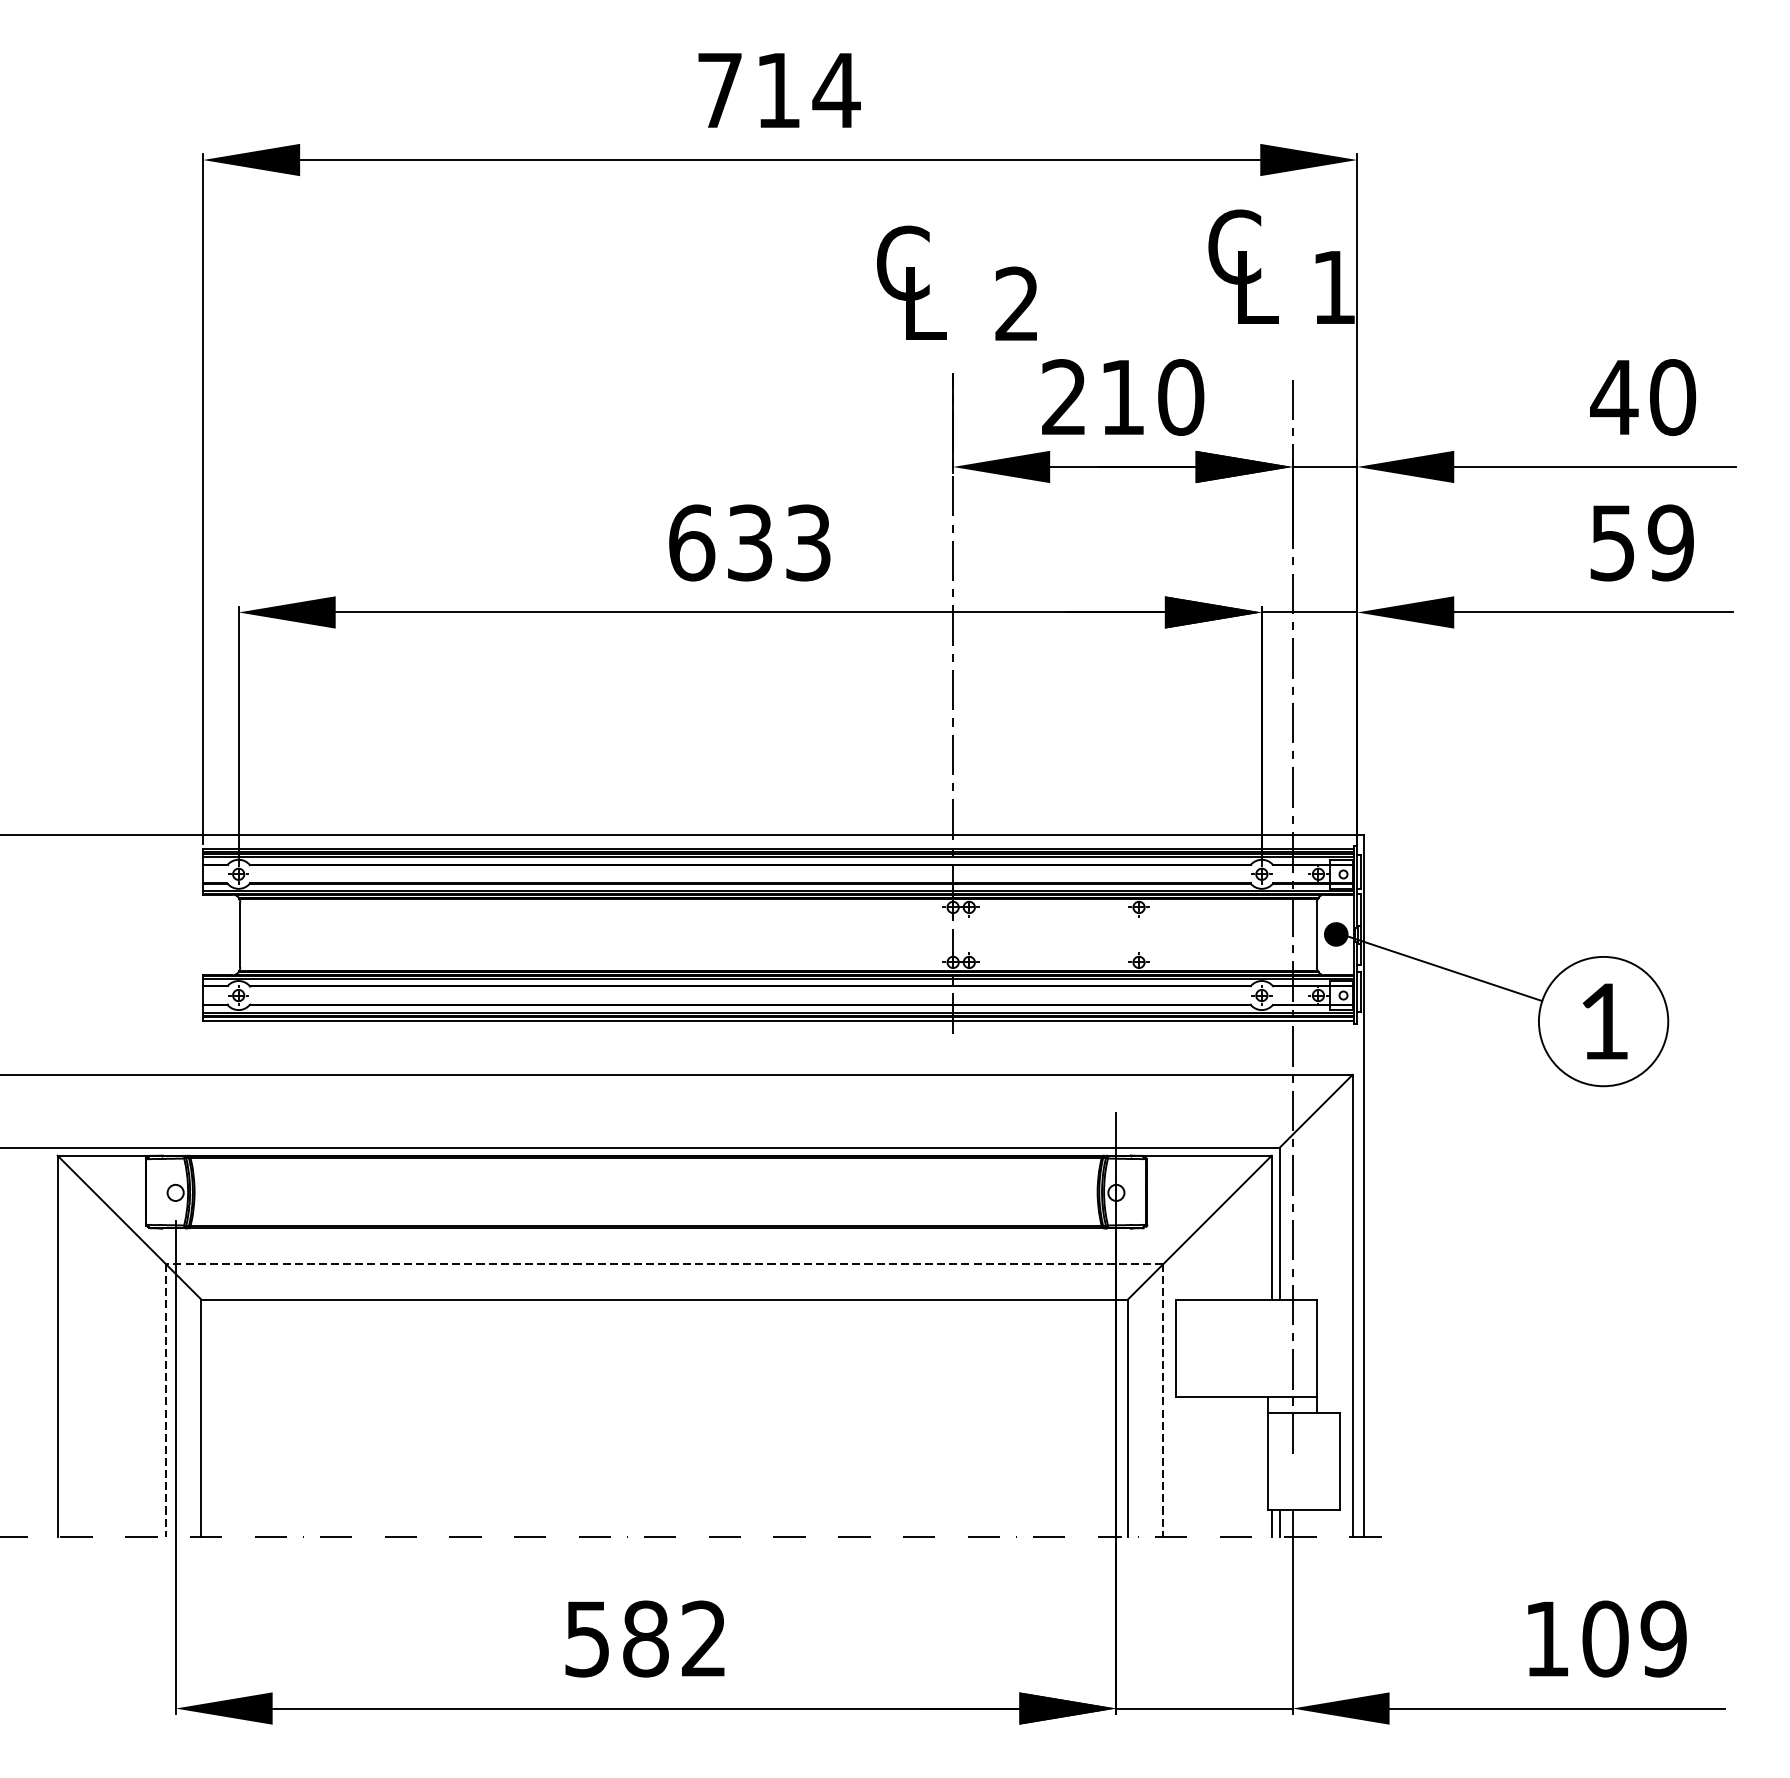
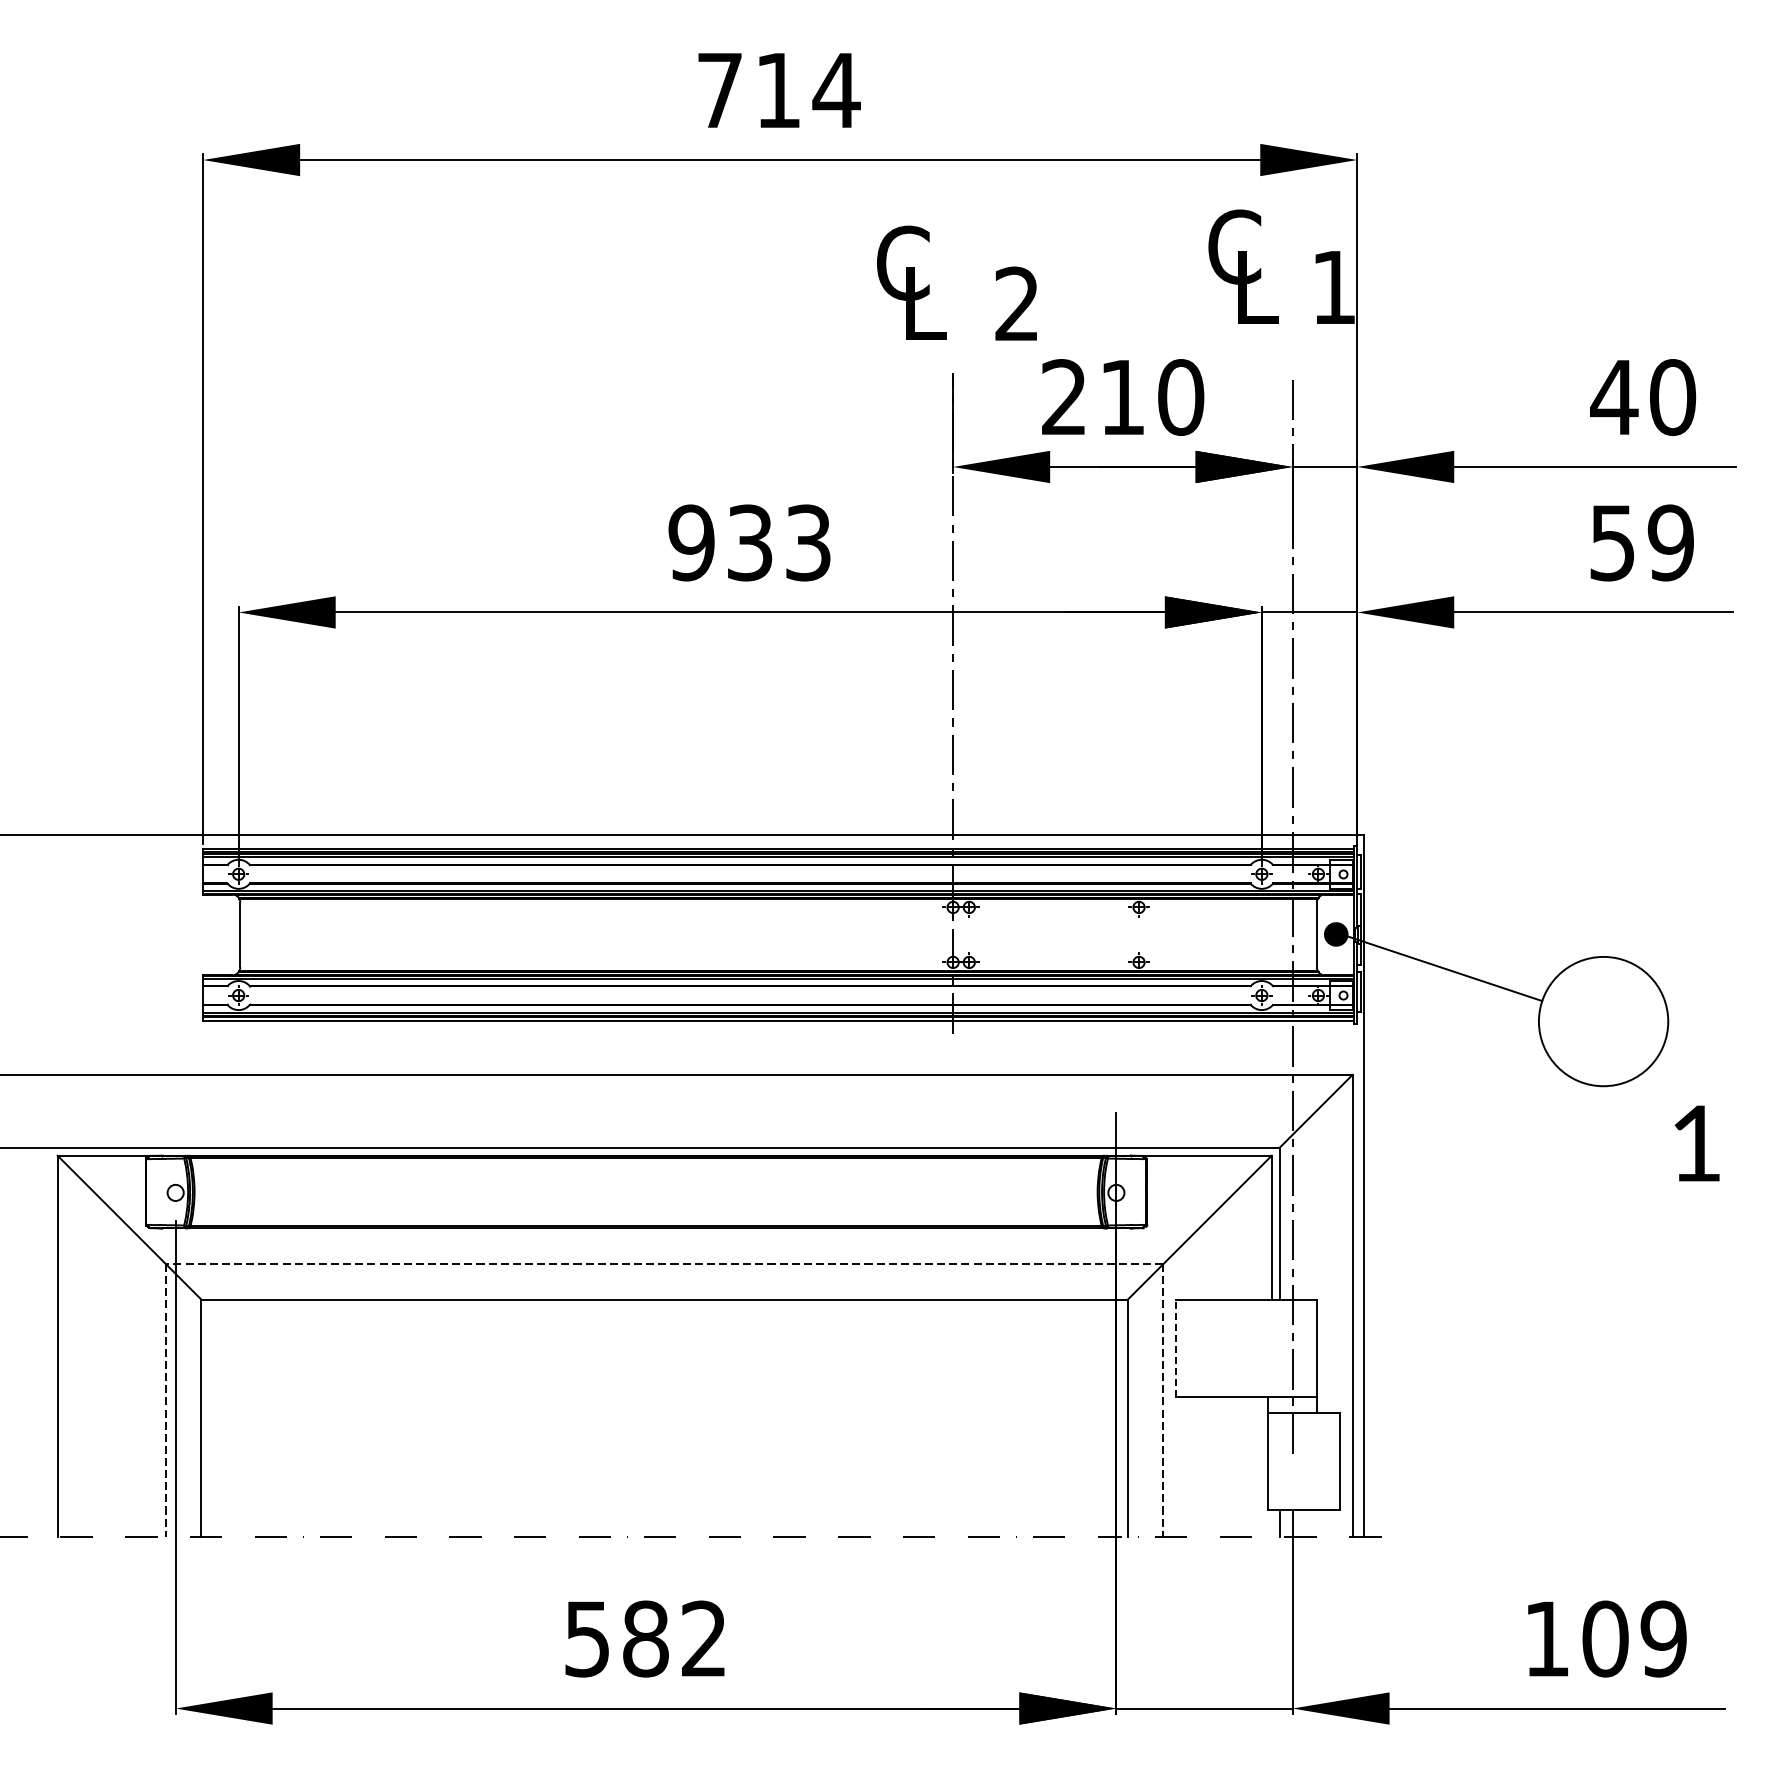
text at (691, 542): 633 -> 933
text at (1604, 1021) position: (1604, 1021) -> (1696, 1143)
line at (1176, 1347): solid -> dashed
line at (1271, 1523): present -> none
